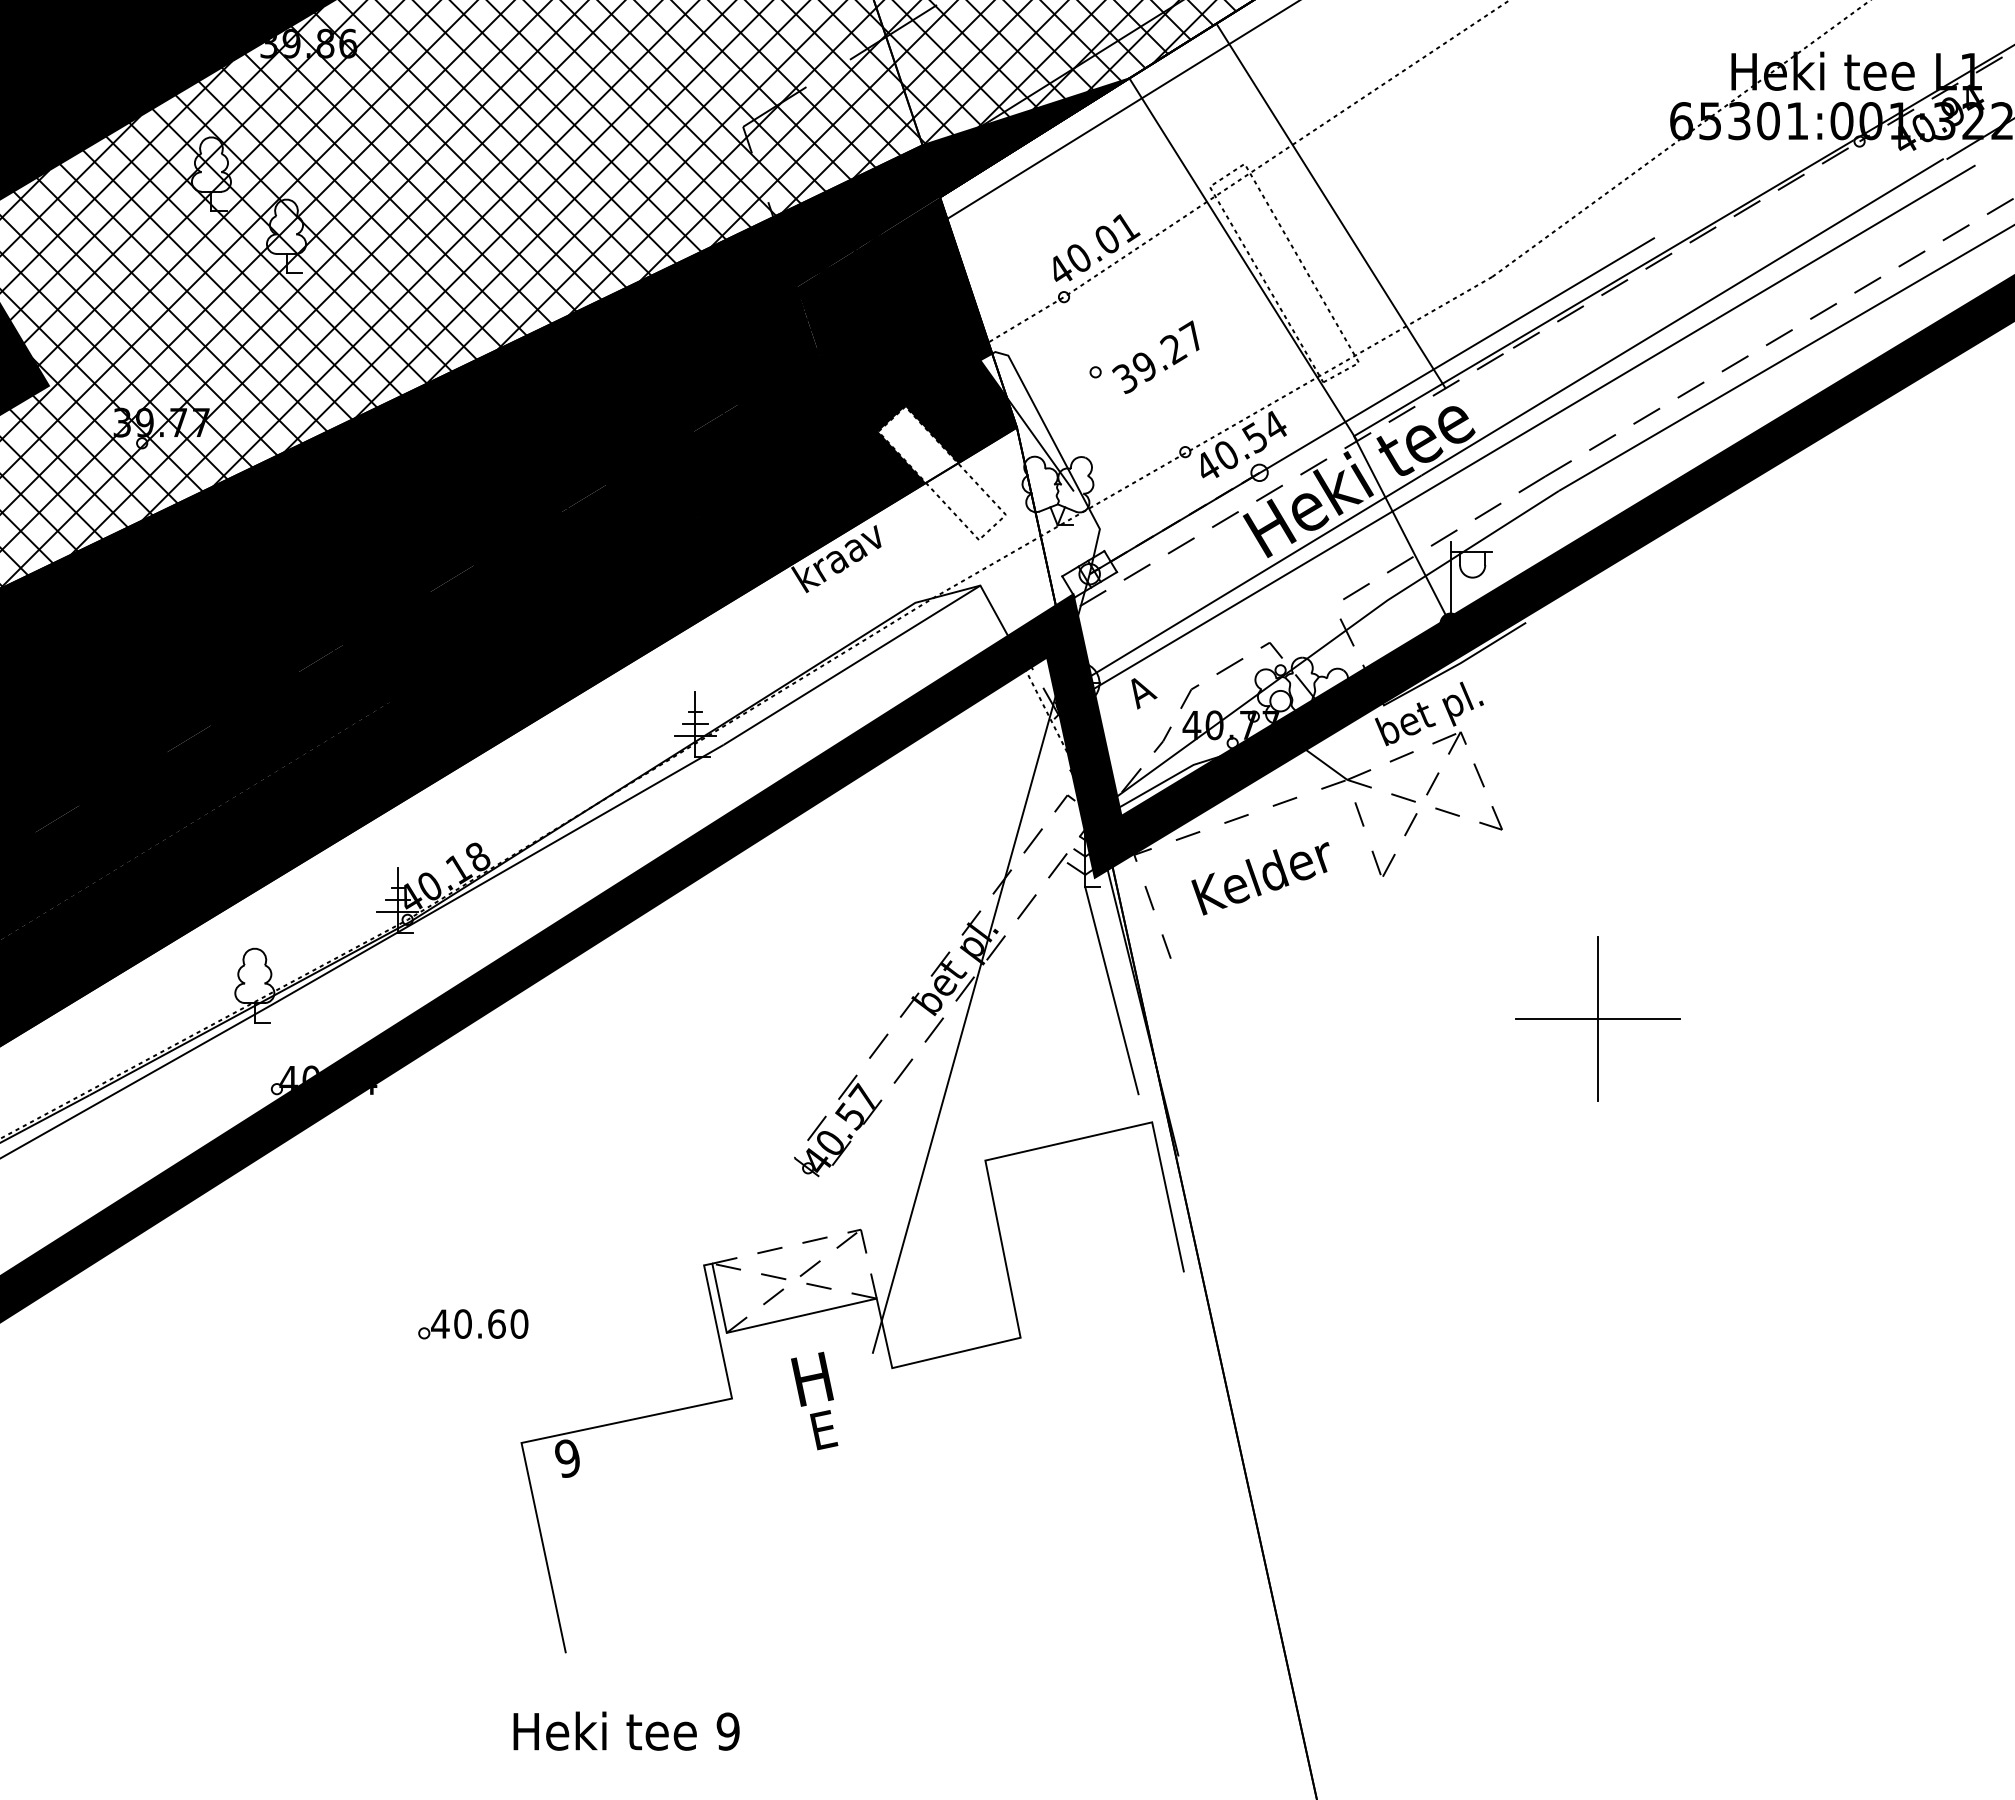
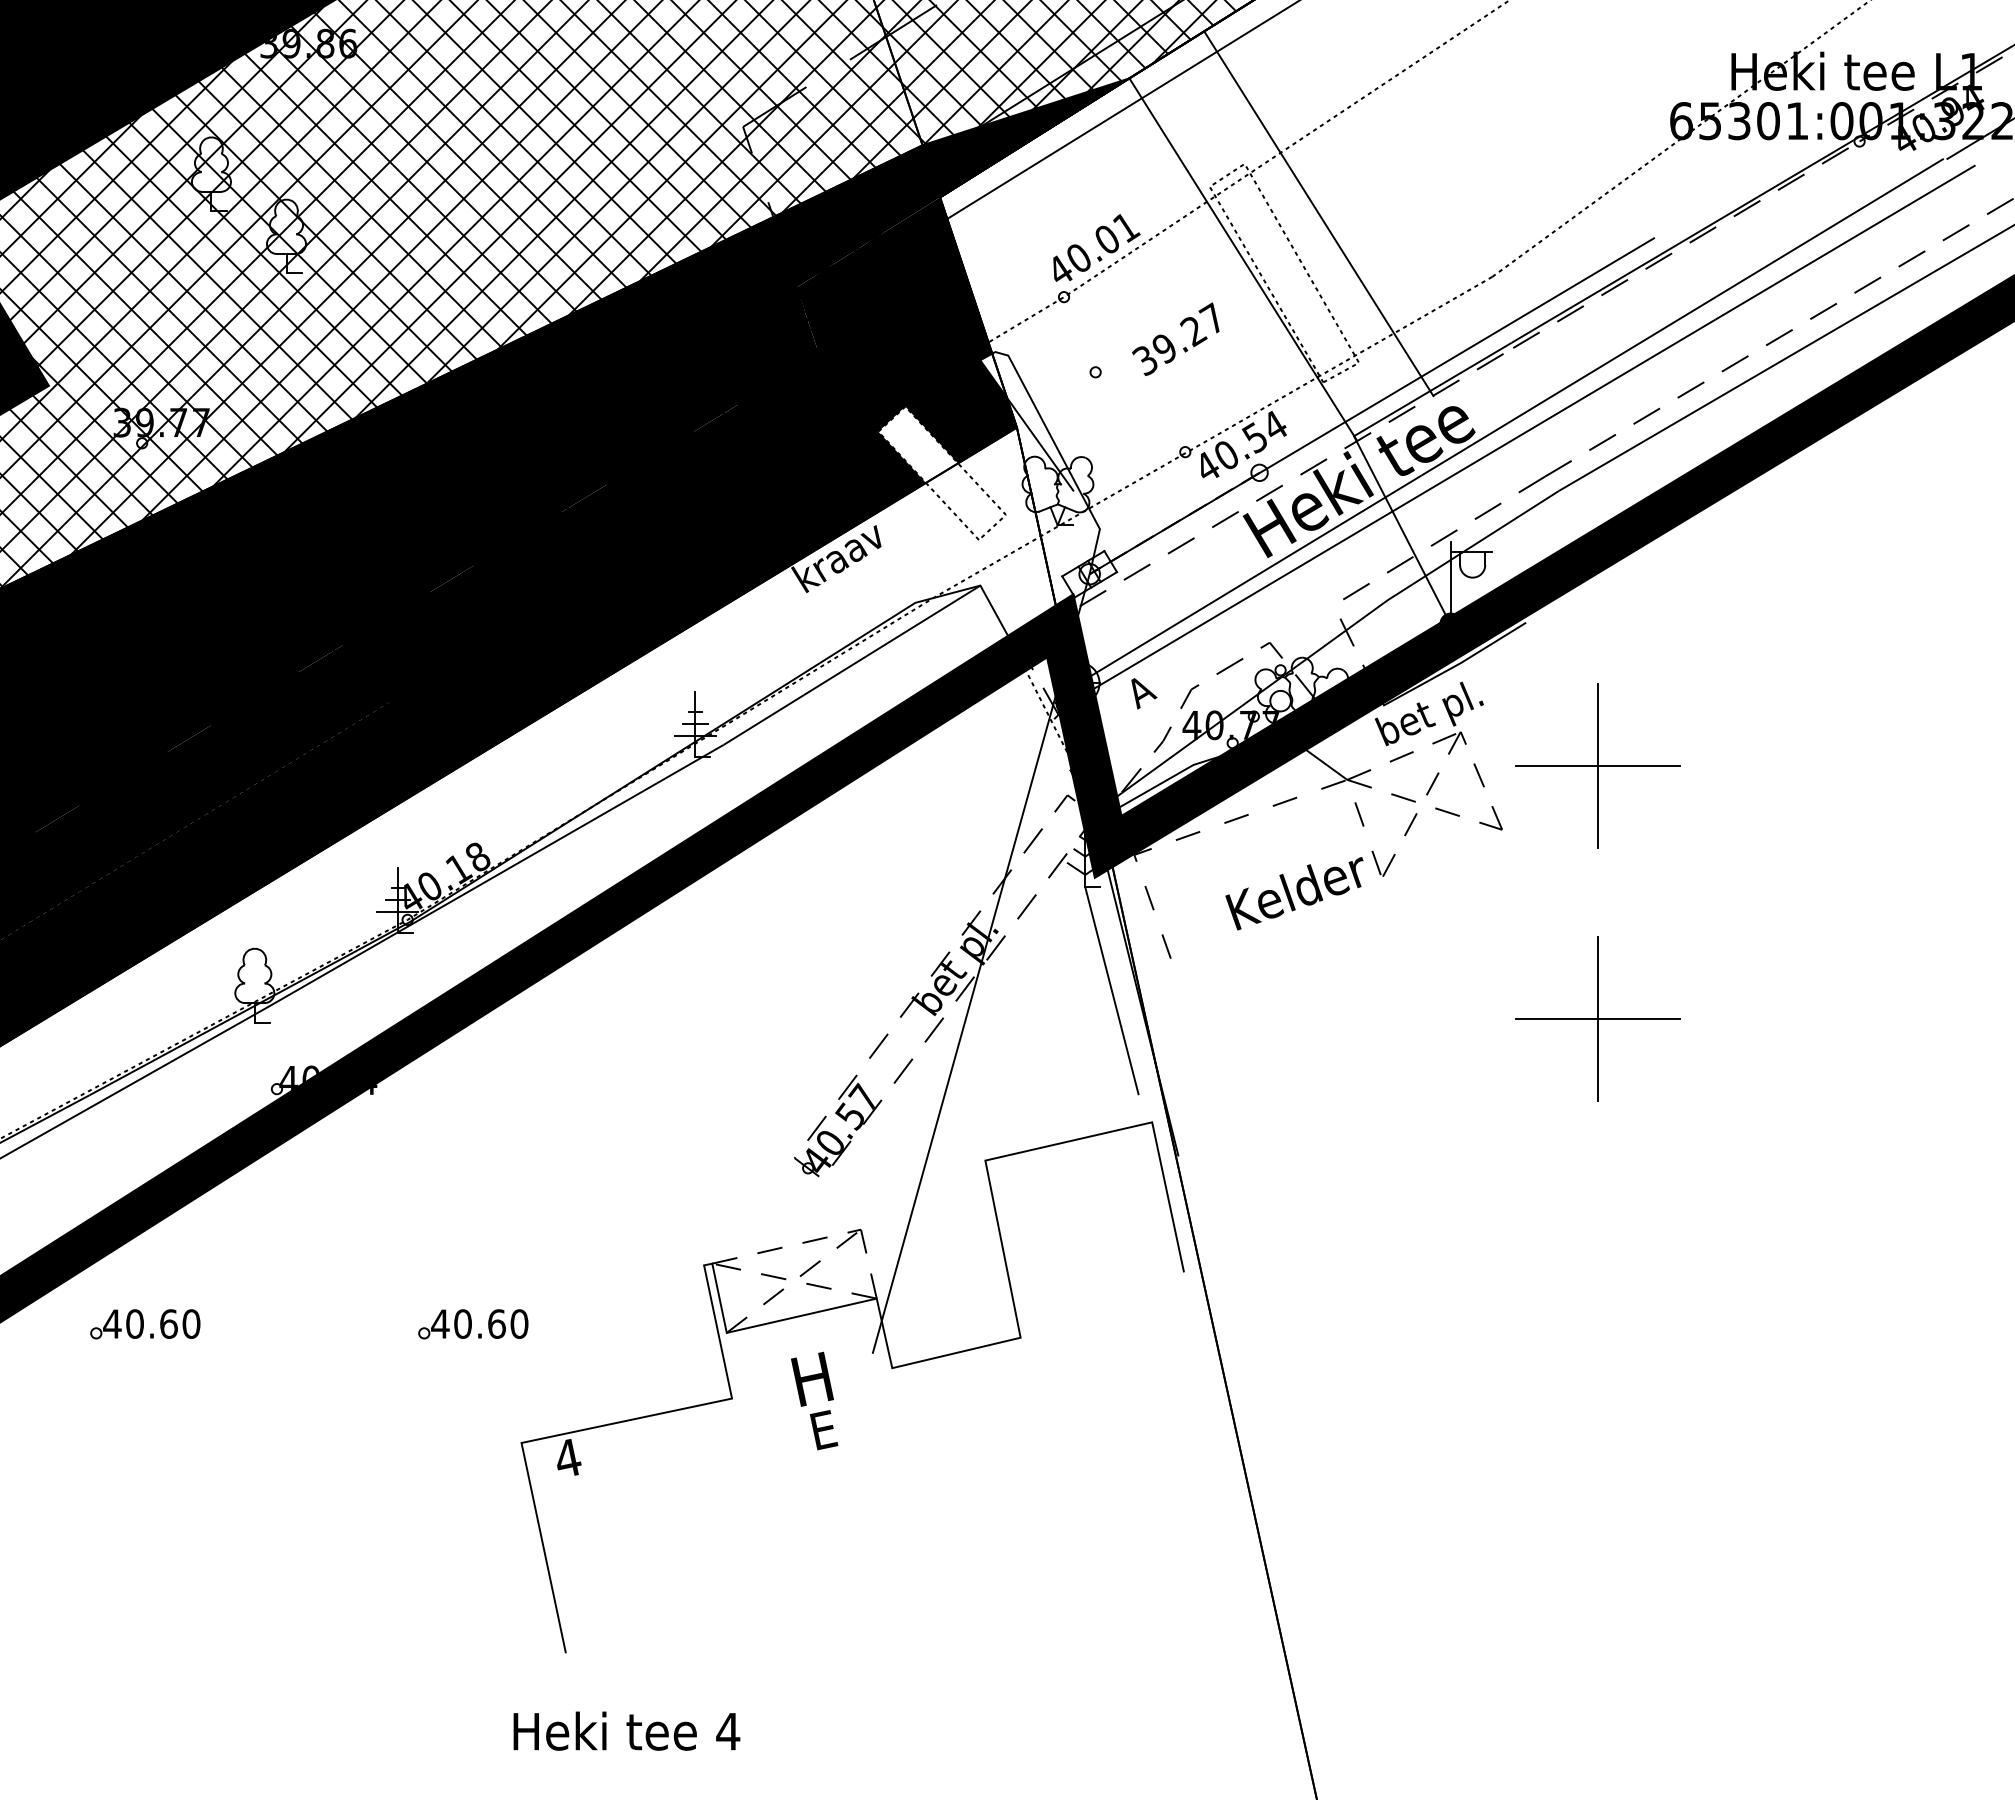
line at (1330, 205) position: (1330, 205) -> (1318, 213)
text at (1155, 356) position: (1155, 356) -> (1175, 338)
part at (1597, 765): none -> present
text at (1260, 878) position: (1260, 878) -> (1294, 893)
part at (145, 1324): none -> present
text at (568, 1458): 9 -> 4
text at (728, 1731): 9 -> 4
